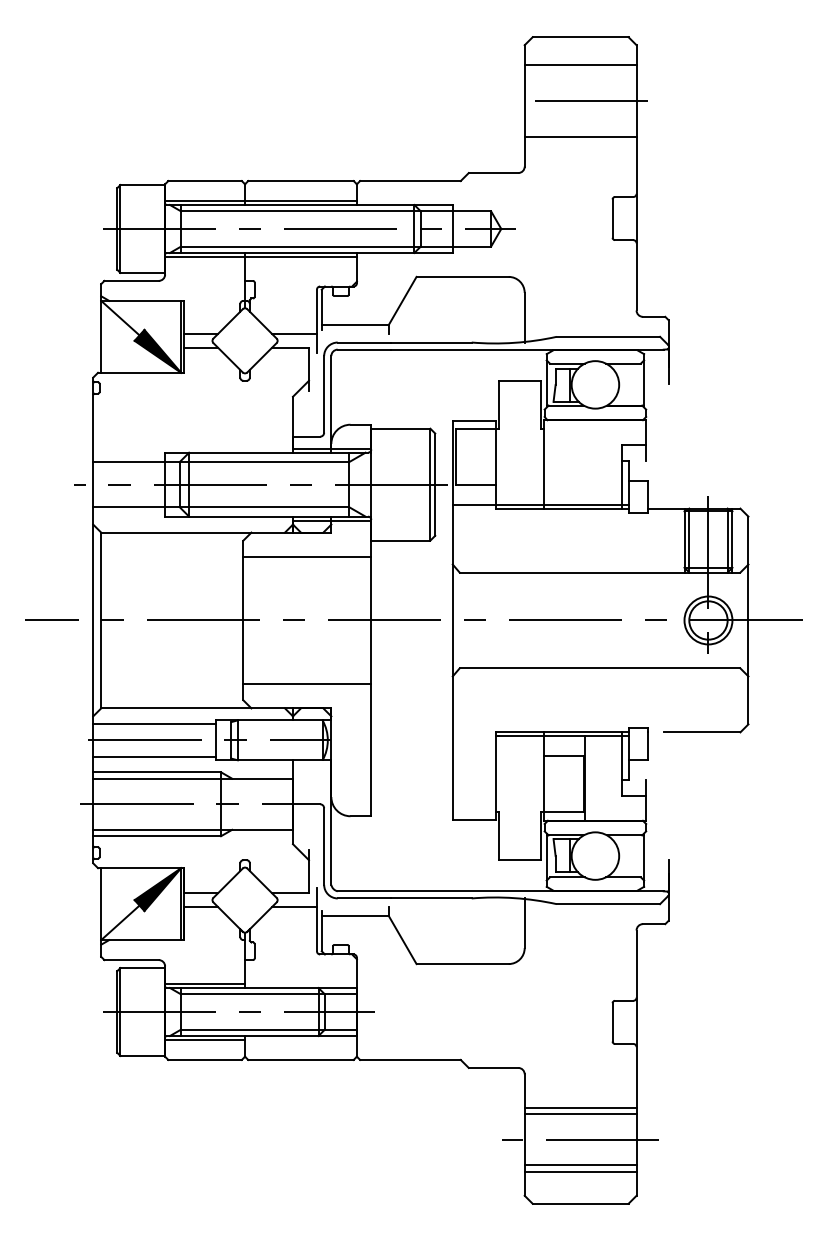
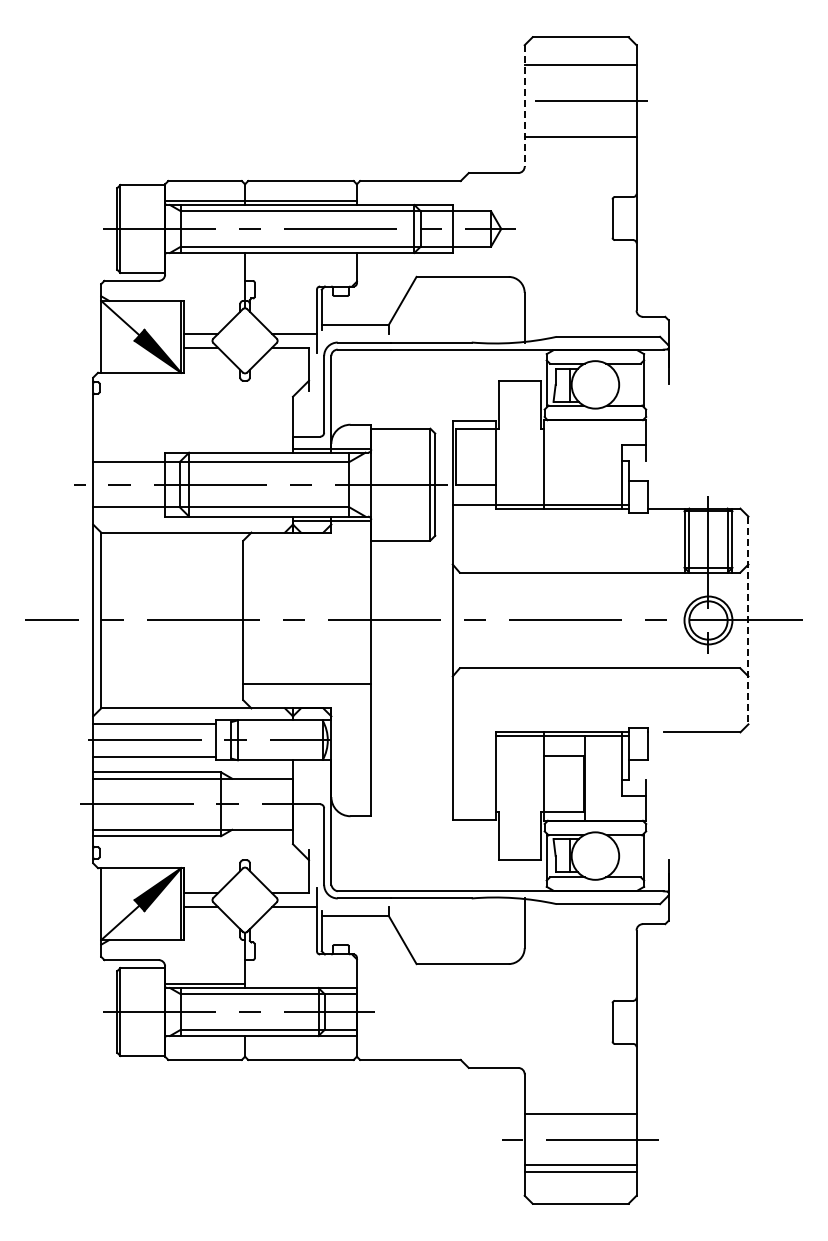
line at (524, 105): solid -> dashed
line at (260, 256): present -> none
line at (307, 556): present -> none
line at (748, 620): solid -> dashed
line at (205, 1039): present -> none
line at (580, 1107): present -> none
